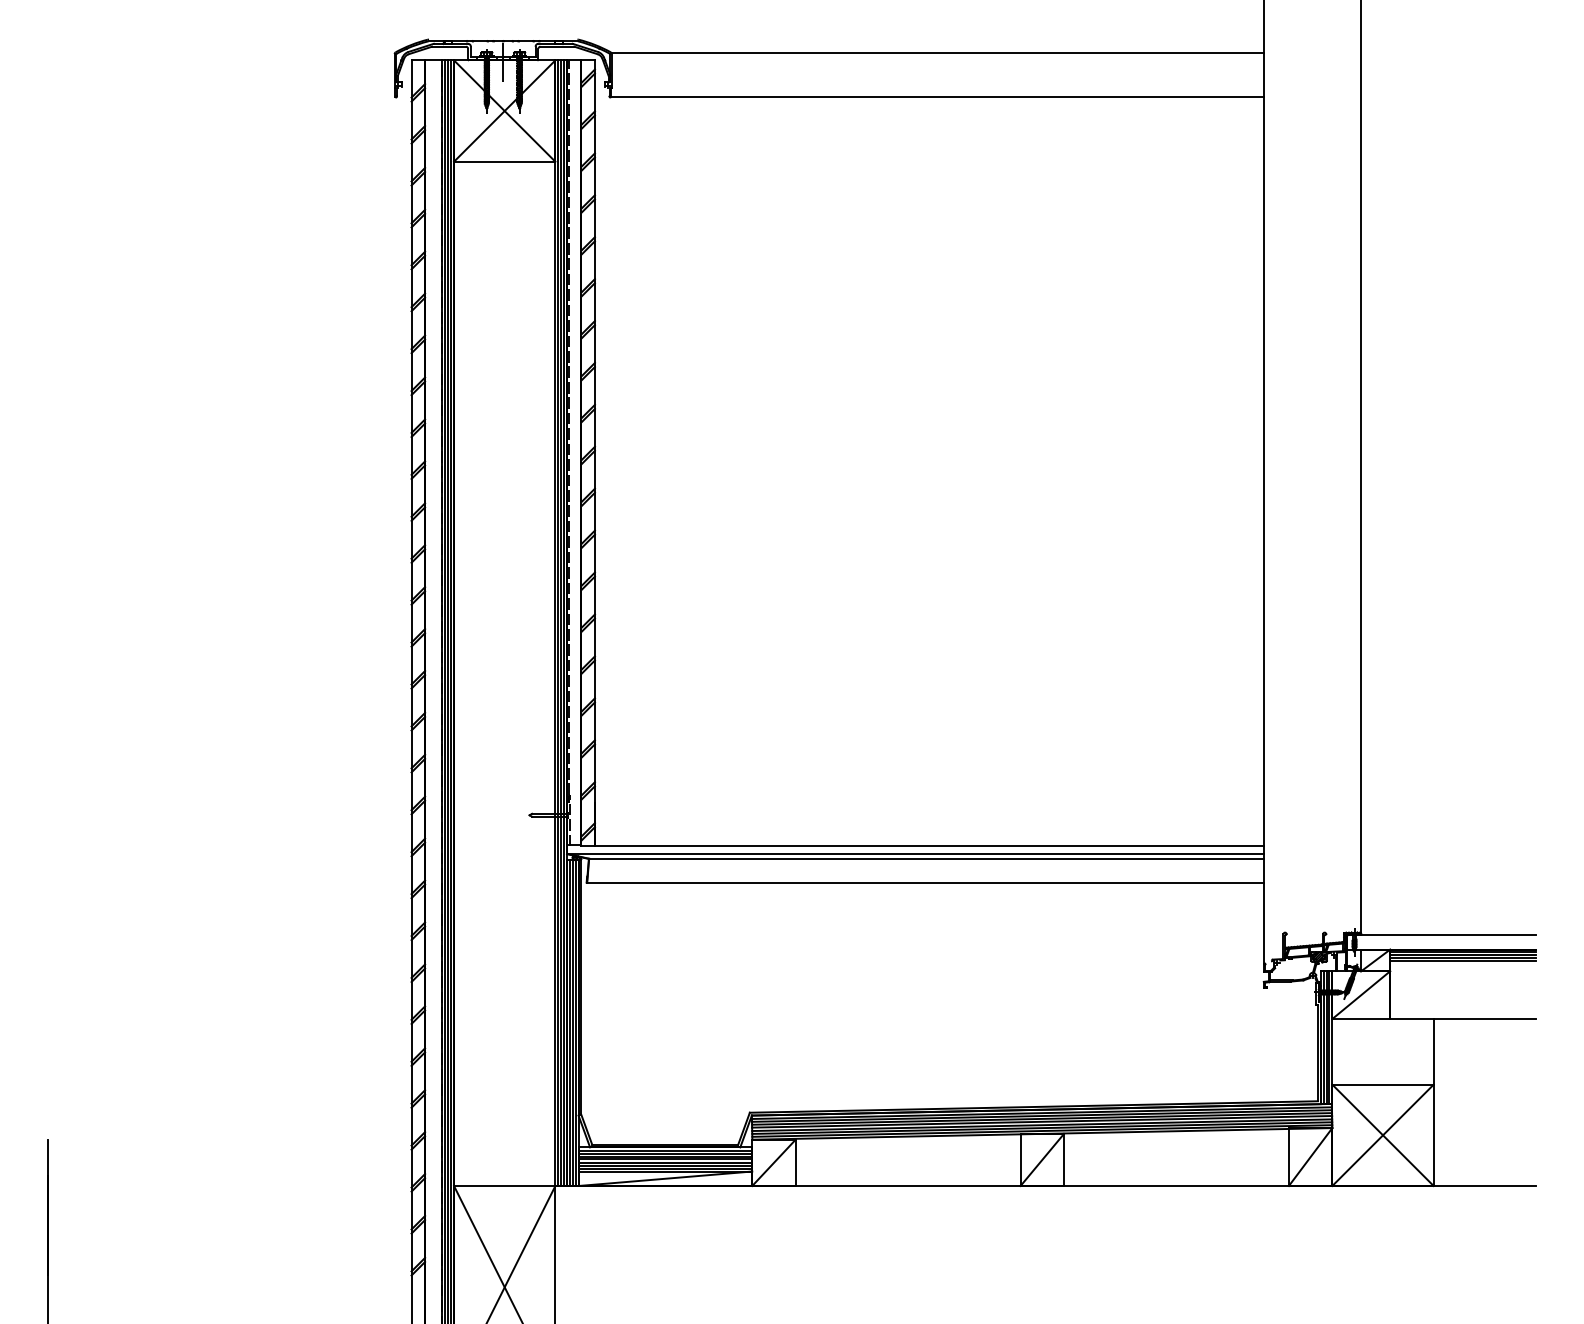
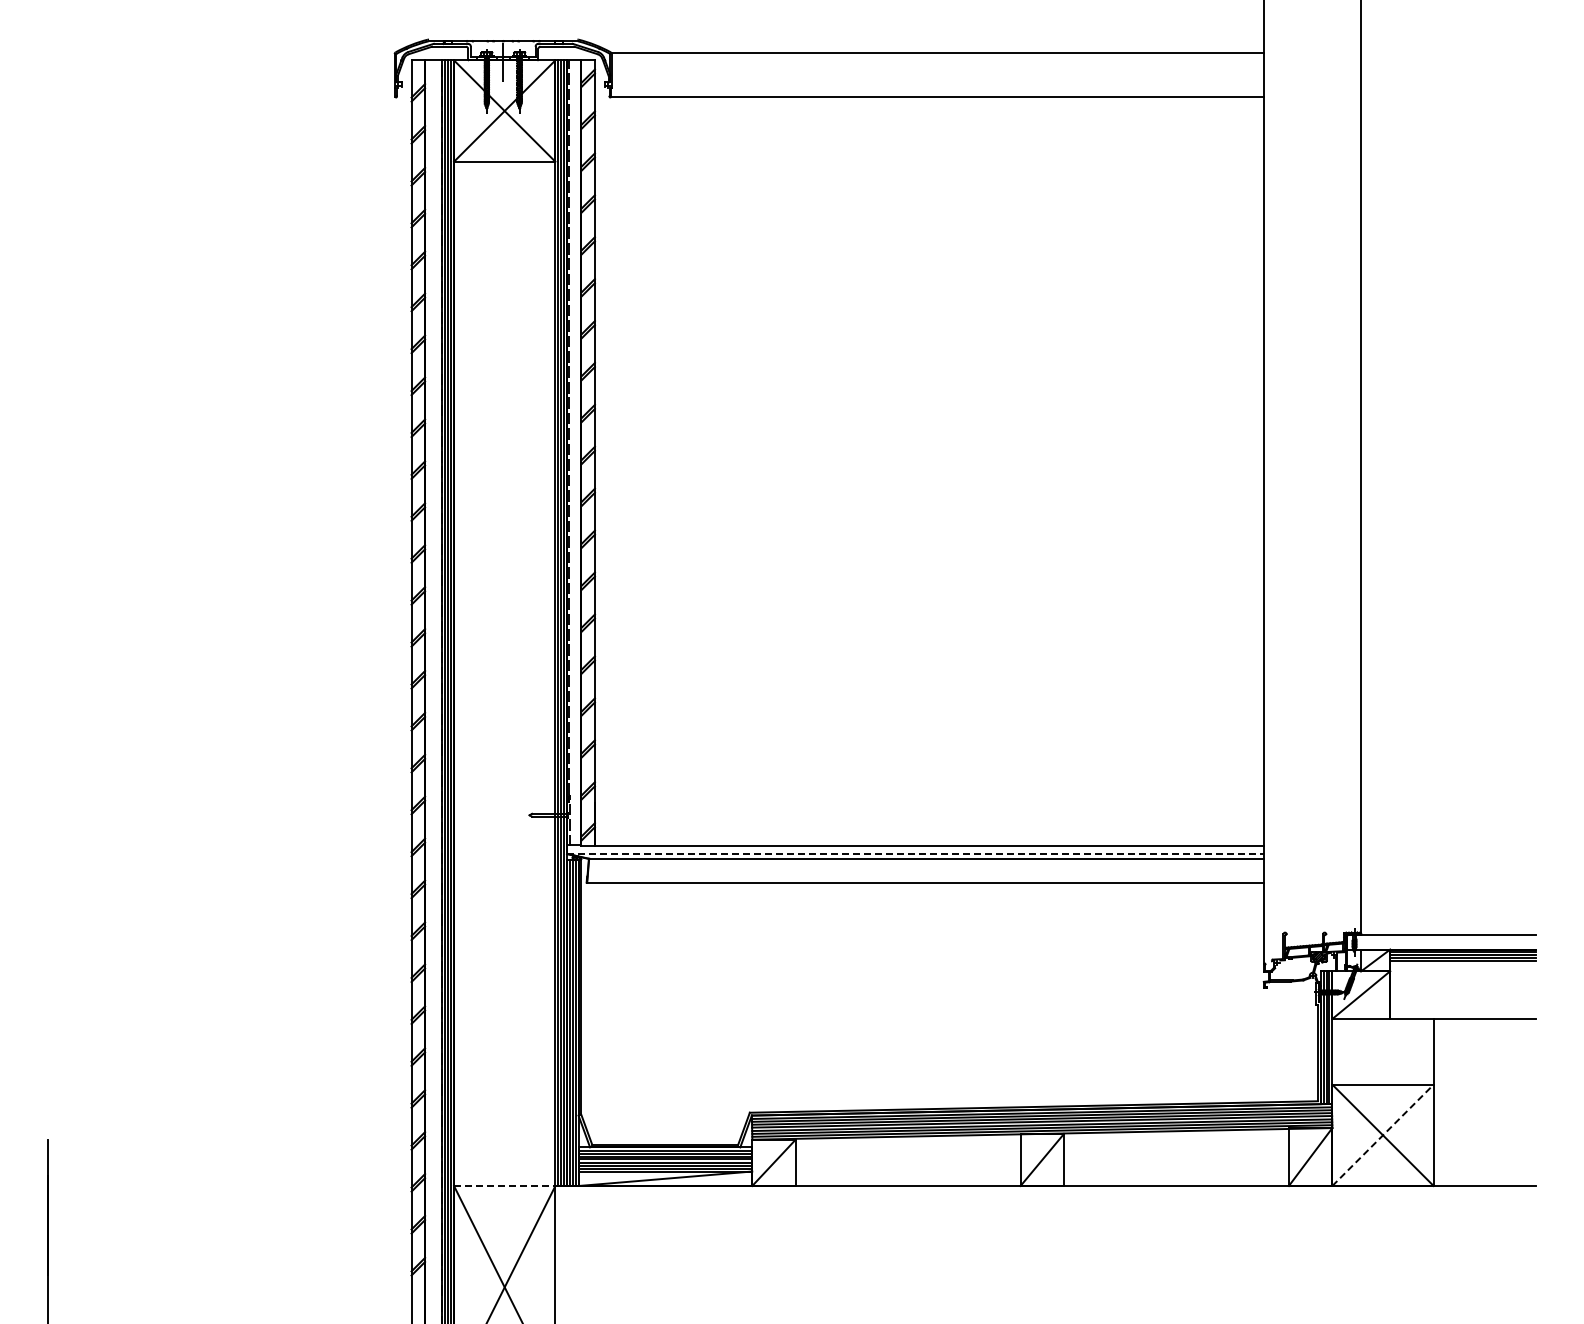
line at (916, 853): solid -> dashed
line at (1383, 1135): solid -> dashed
line at (504, 1186): solid -> dashed
